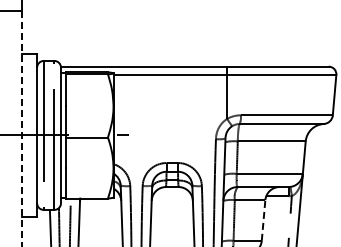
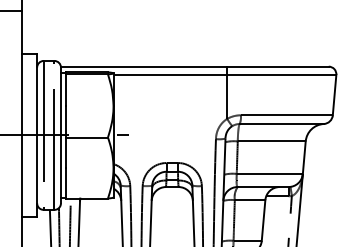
line at (21, 128): dashed -> solid
line at (263, 219): dashed -> solid
